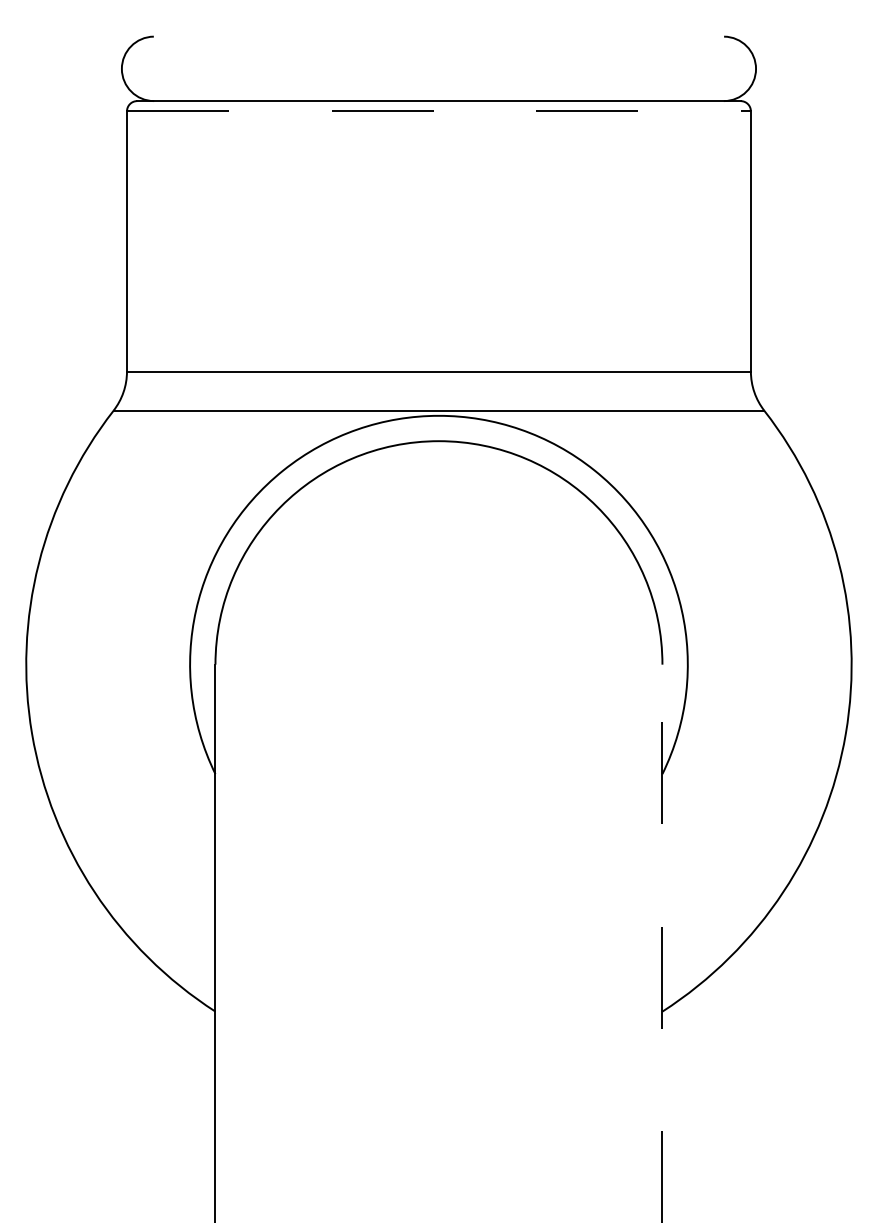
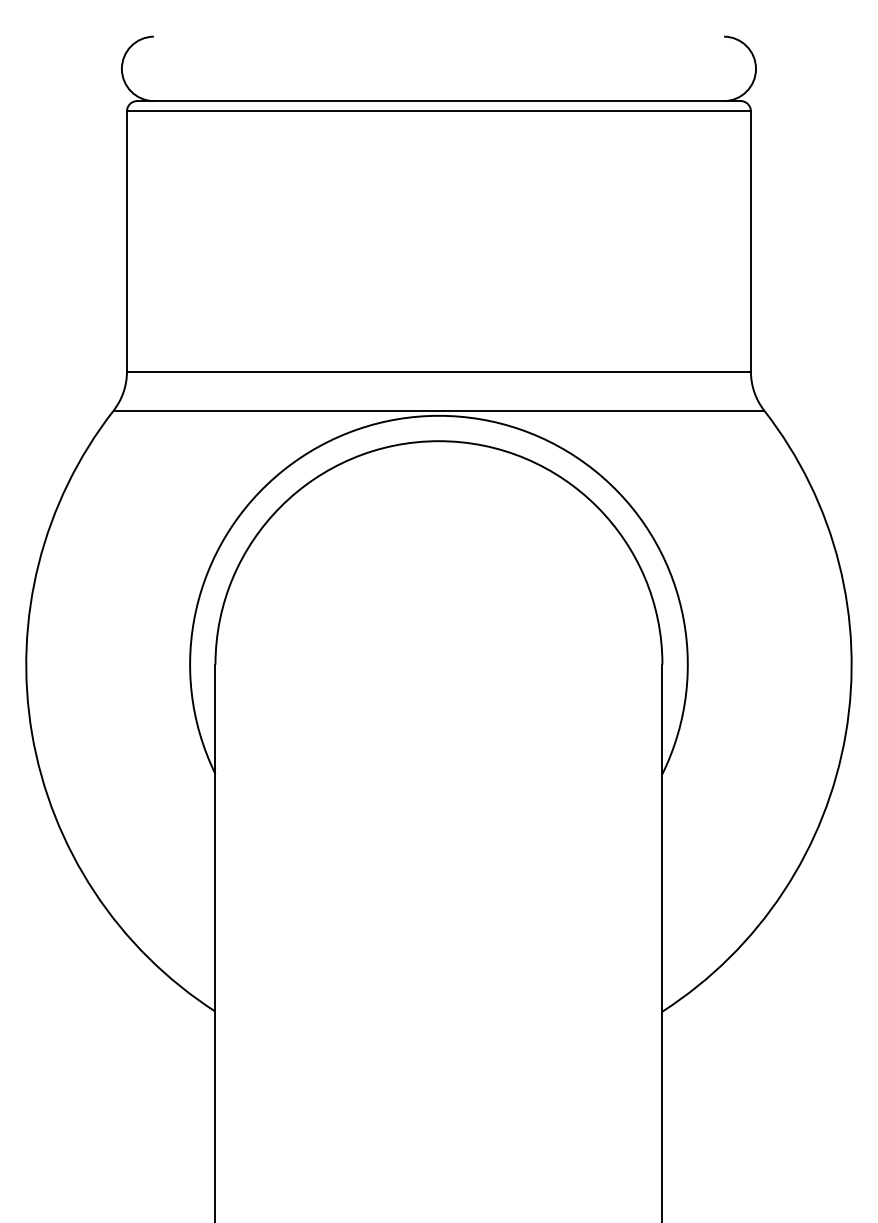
line at (438, 111): dashed -> solid
line at (662, 943): dashed -> solid
